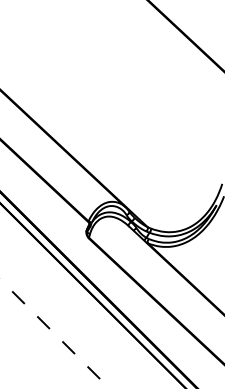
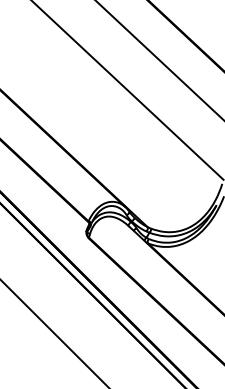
line at (159, 60): none -> present
line at (127, 89): none -> present
line at (54, 333): dashed -> solid
